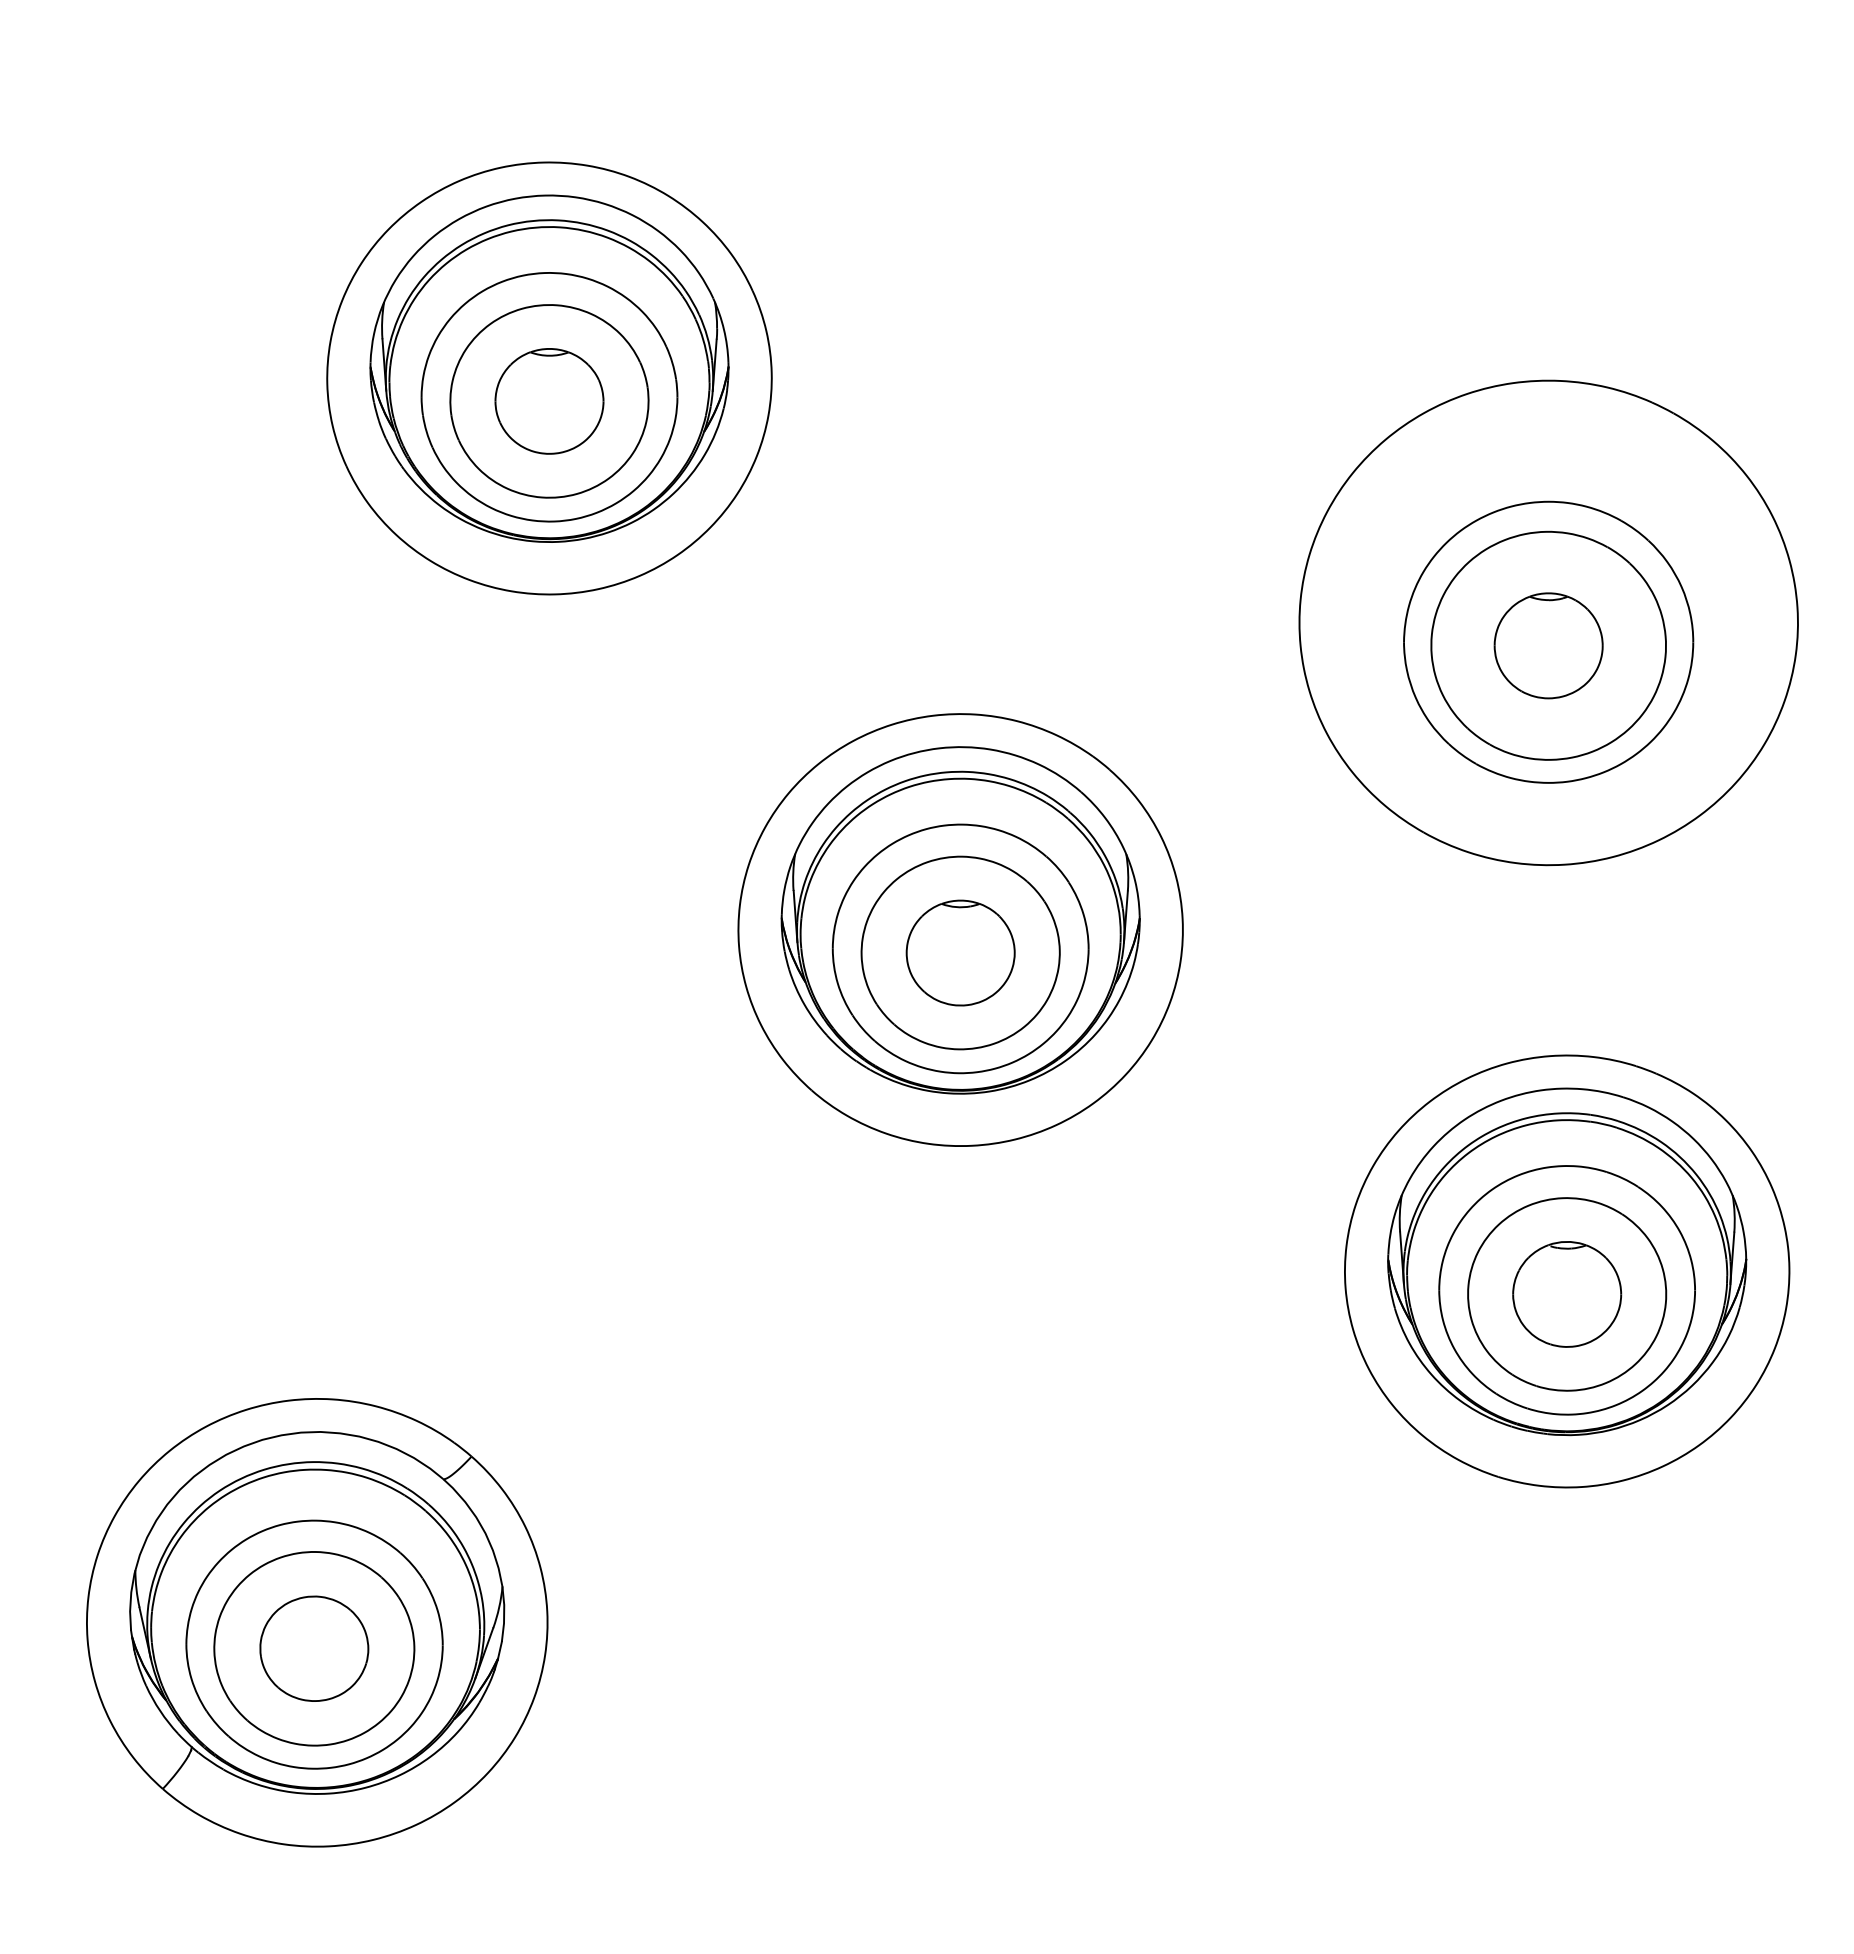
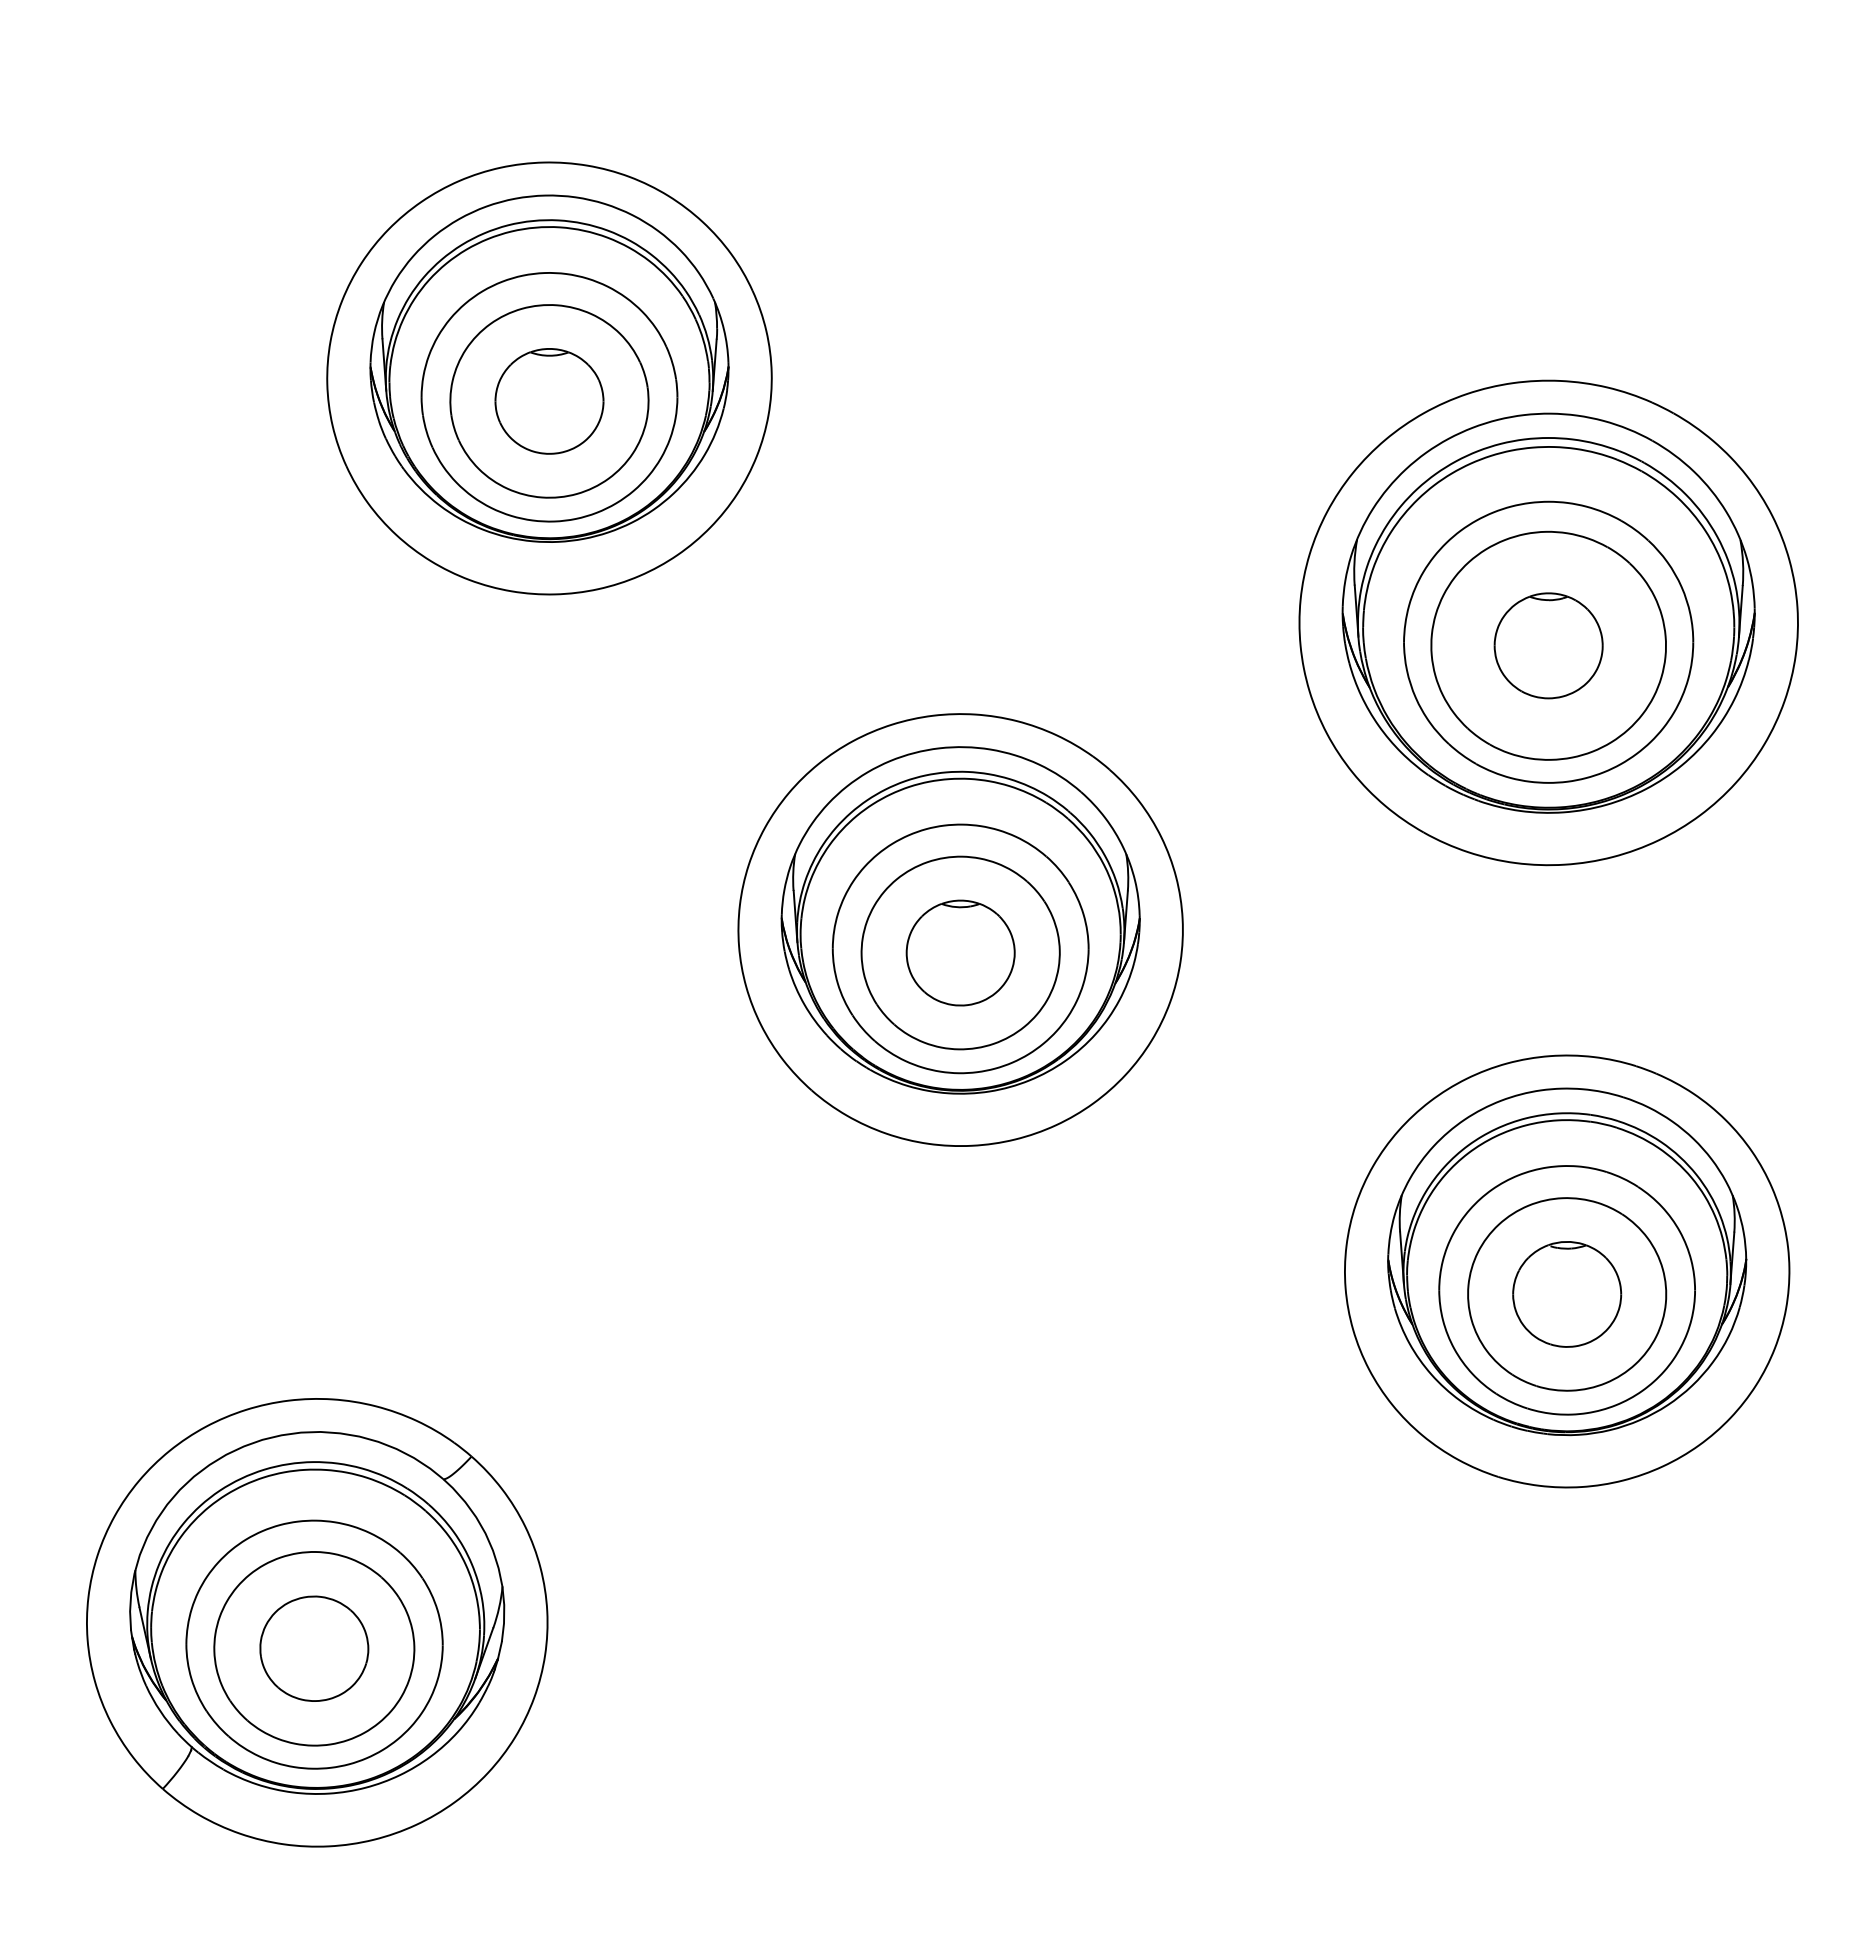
part at (1548, 612): none -> present
